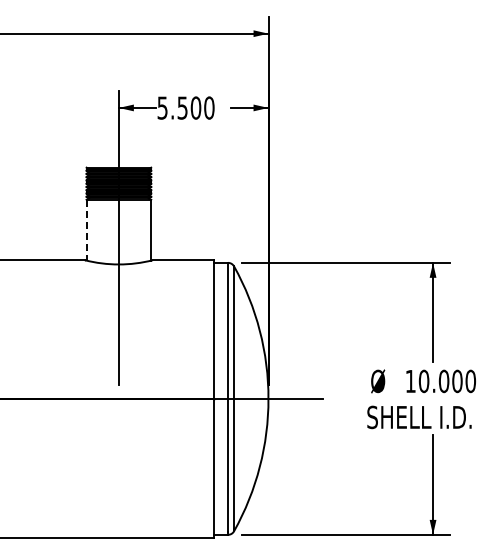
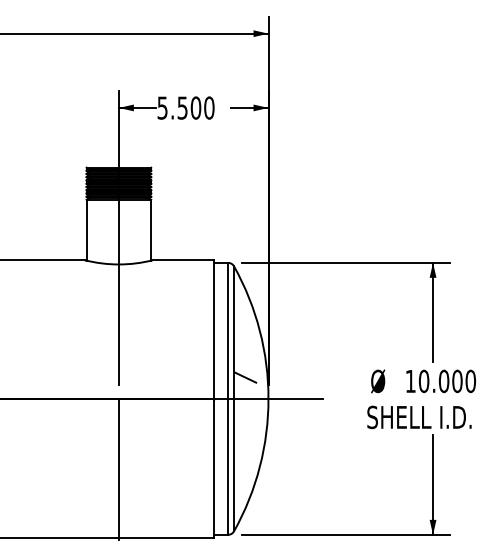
line at (86, 230): dashed -> solid
line at (245, 377): none -> present
line at (118, 469): none -> present
